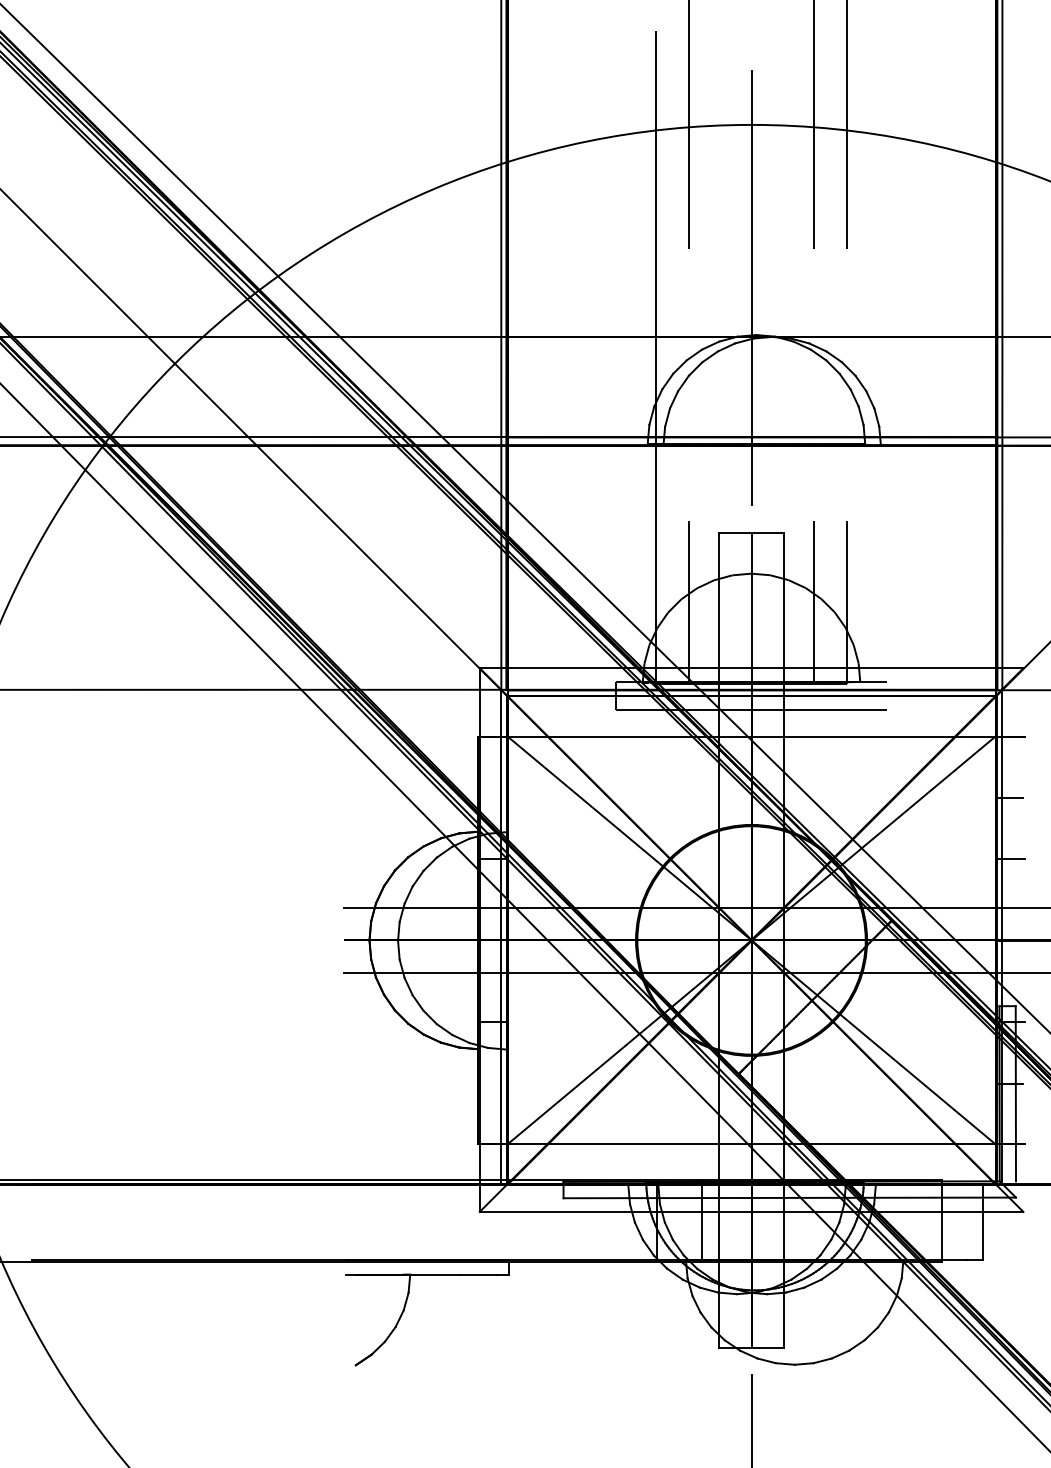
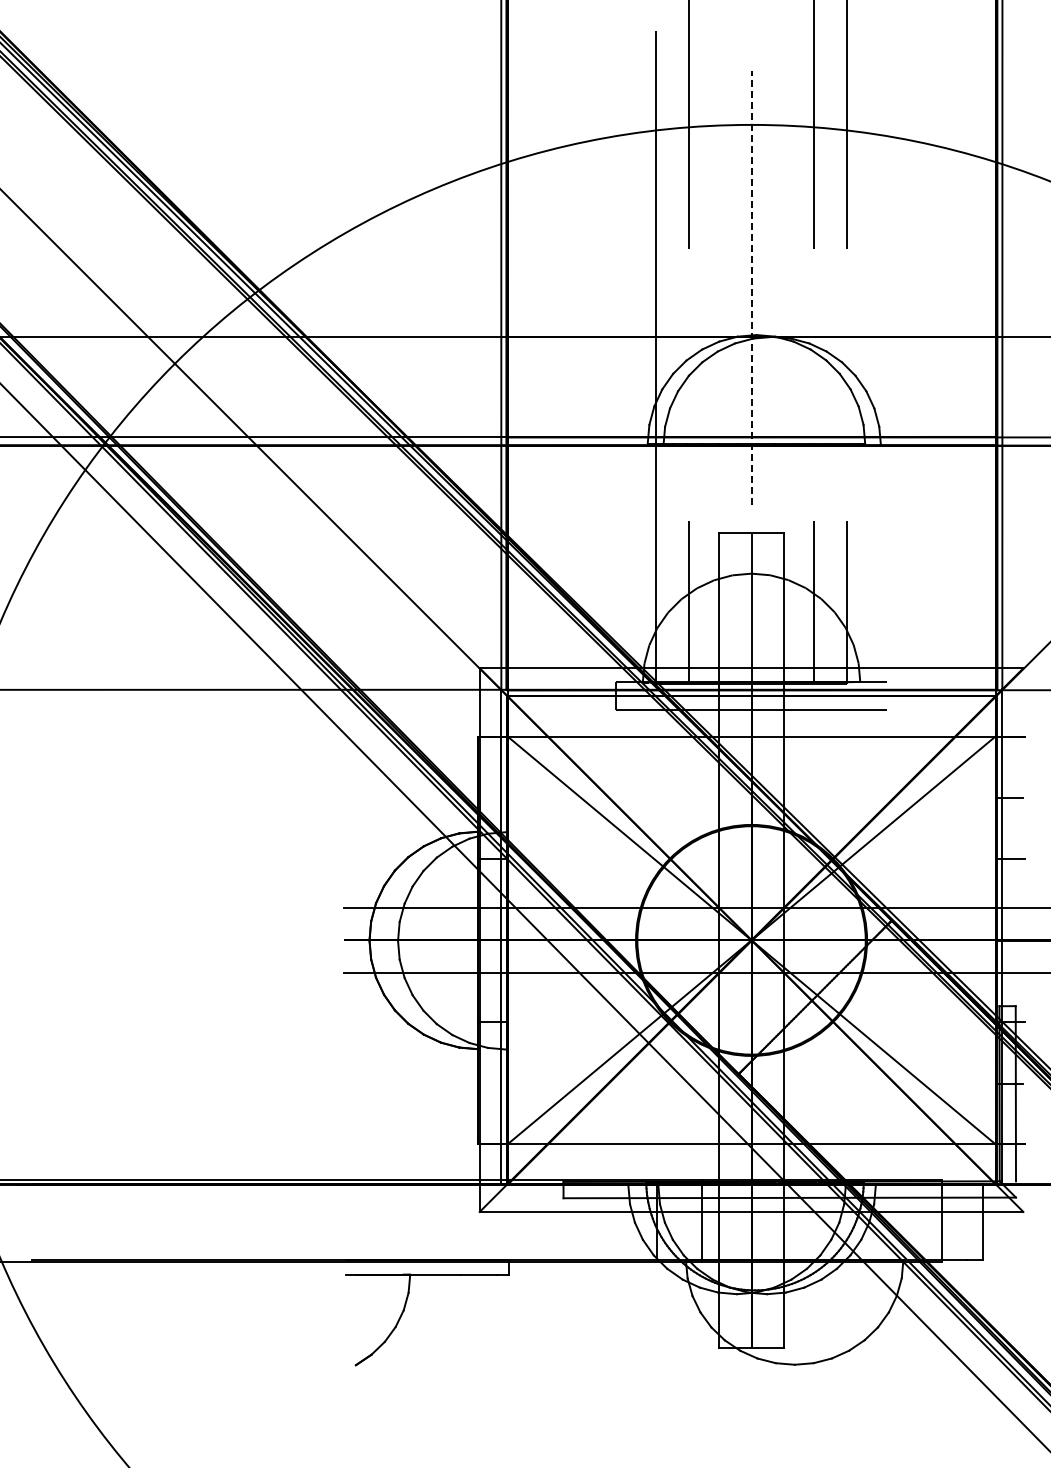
line at (751, 287): solid -> dashed
line at (524, 518): present -> none
line at (751, 1419): present -> none
